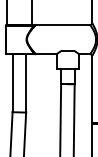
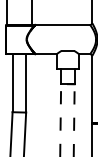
line at (60, 120): solid -> dashed
line at (74, 120): solid -> dashed
